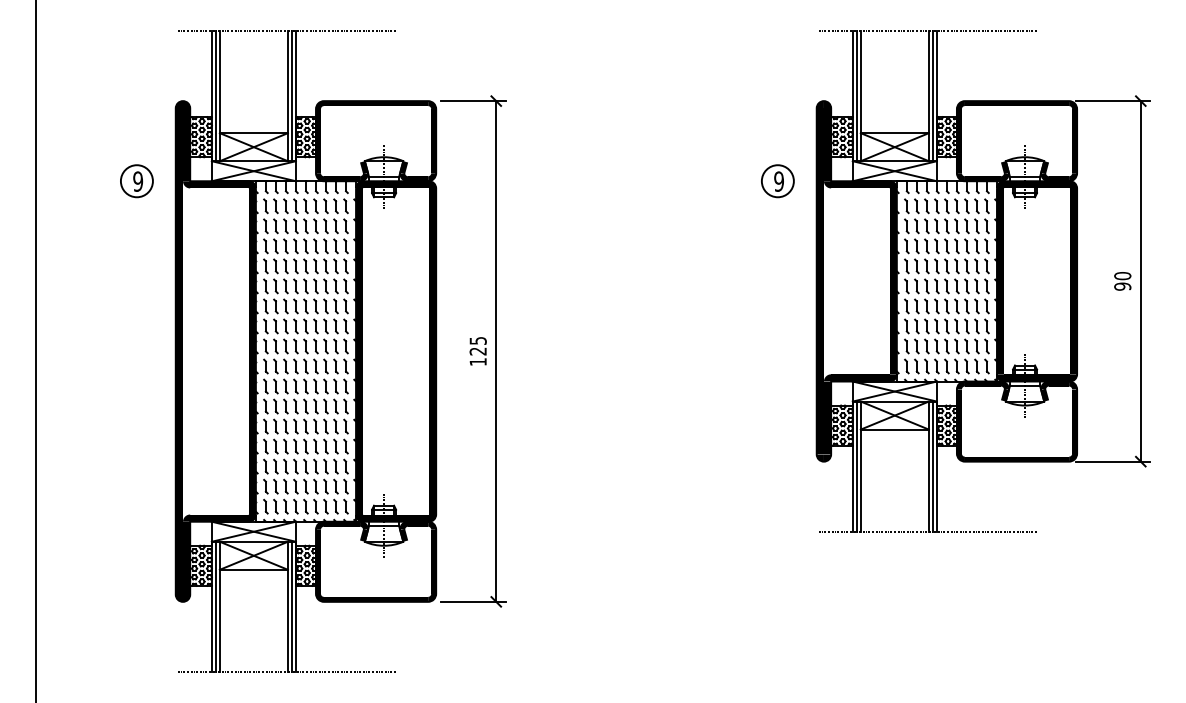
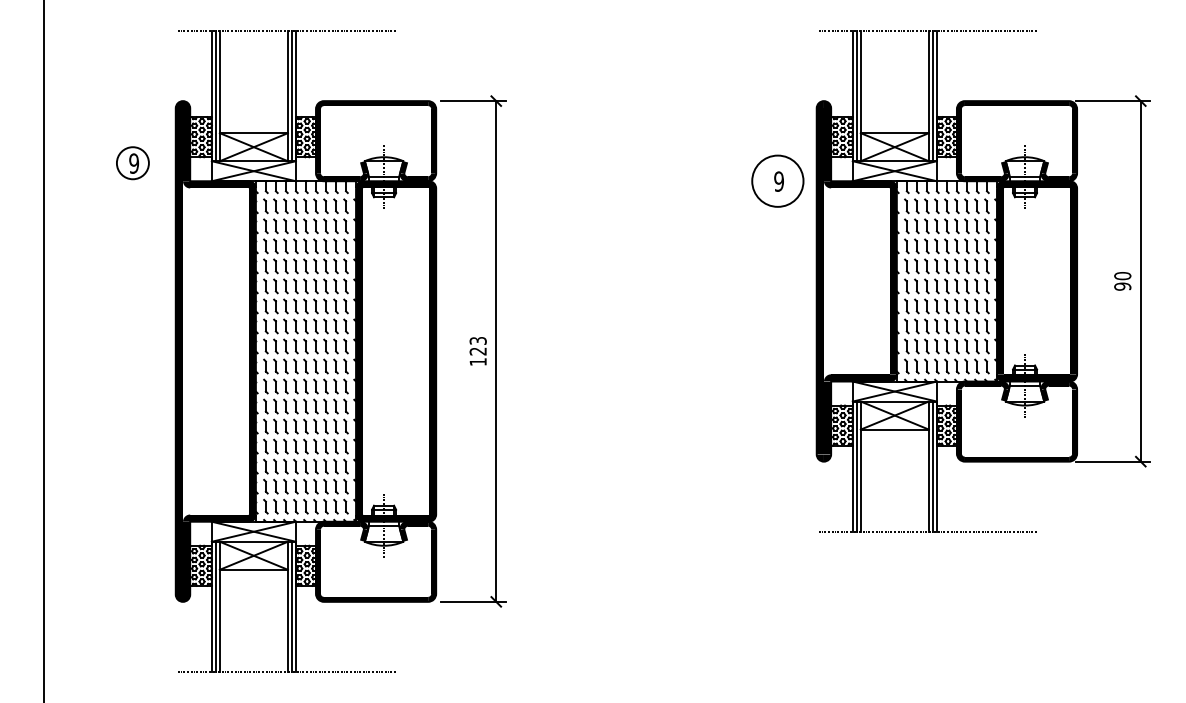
part at (136, 181) position: (136, 181) -> (132, 163)
circle at (777, 181) diameter: 32 px -> 51 px
text at (477, 340): 125 -> 123
line at (35, 350) position: (35, 350) -> (43, 350)
